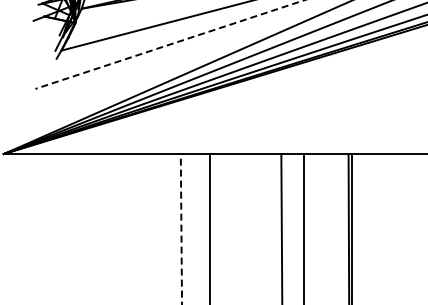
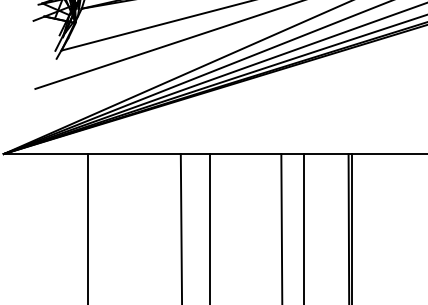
line at (170, 44): dashed -> solid
line at (87, 227): none -> present
line at (181, 228): dashed -> solid
